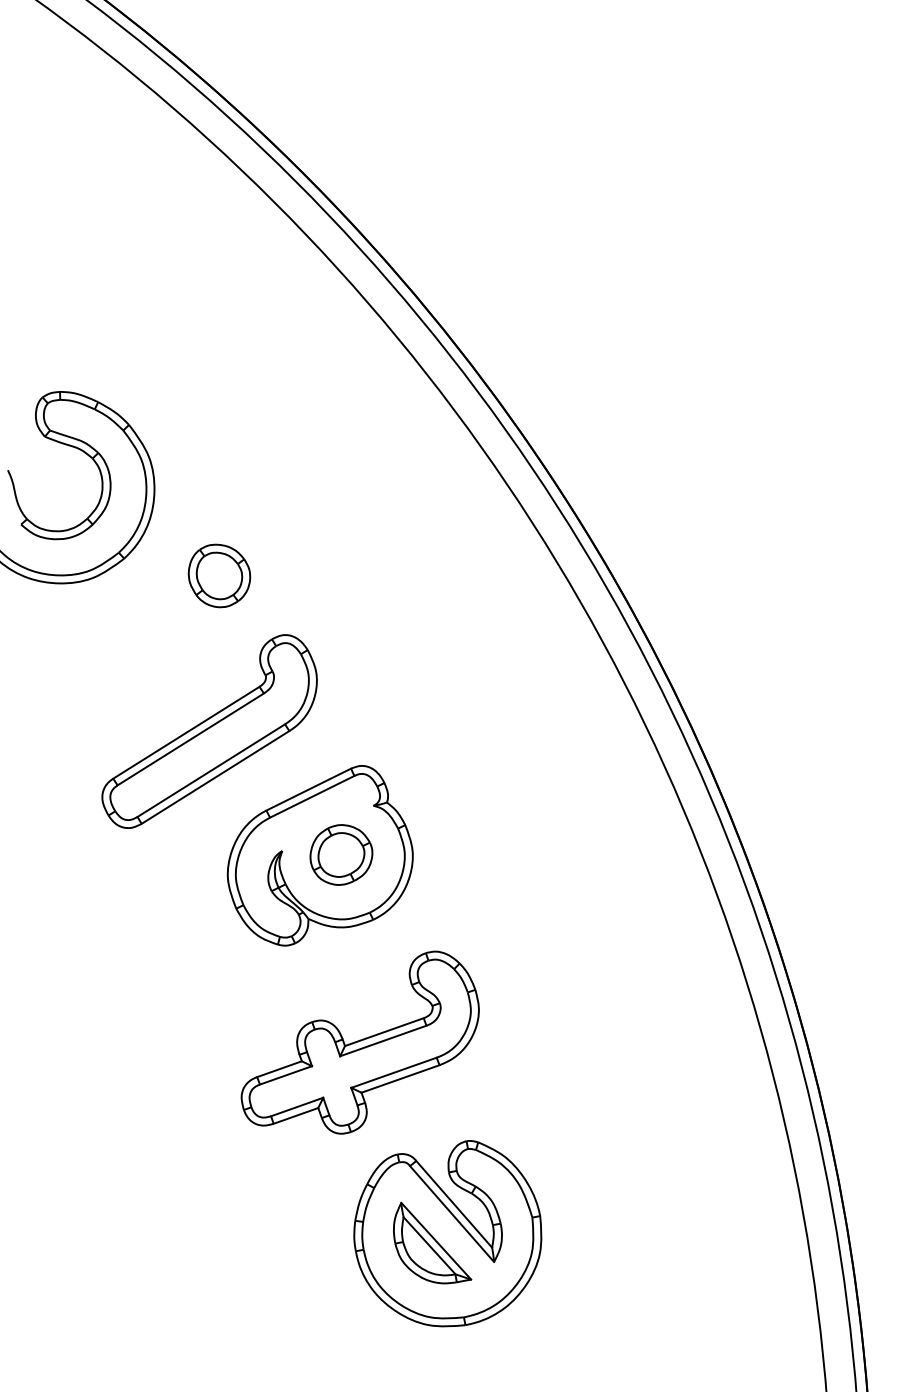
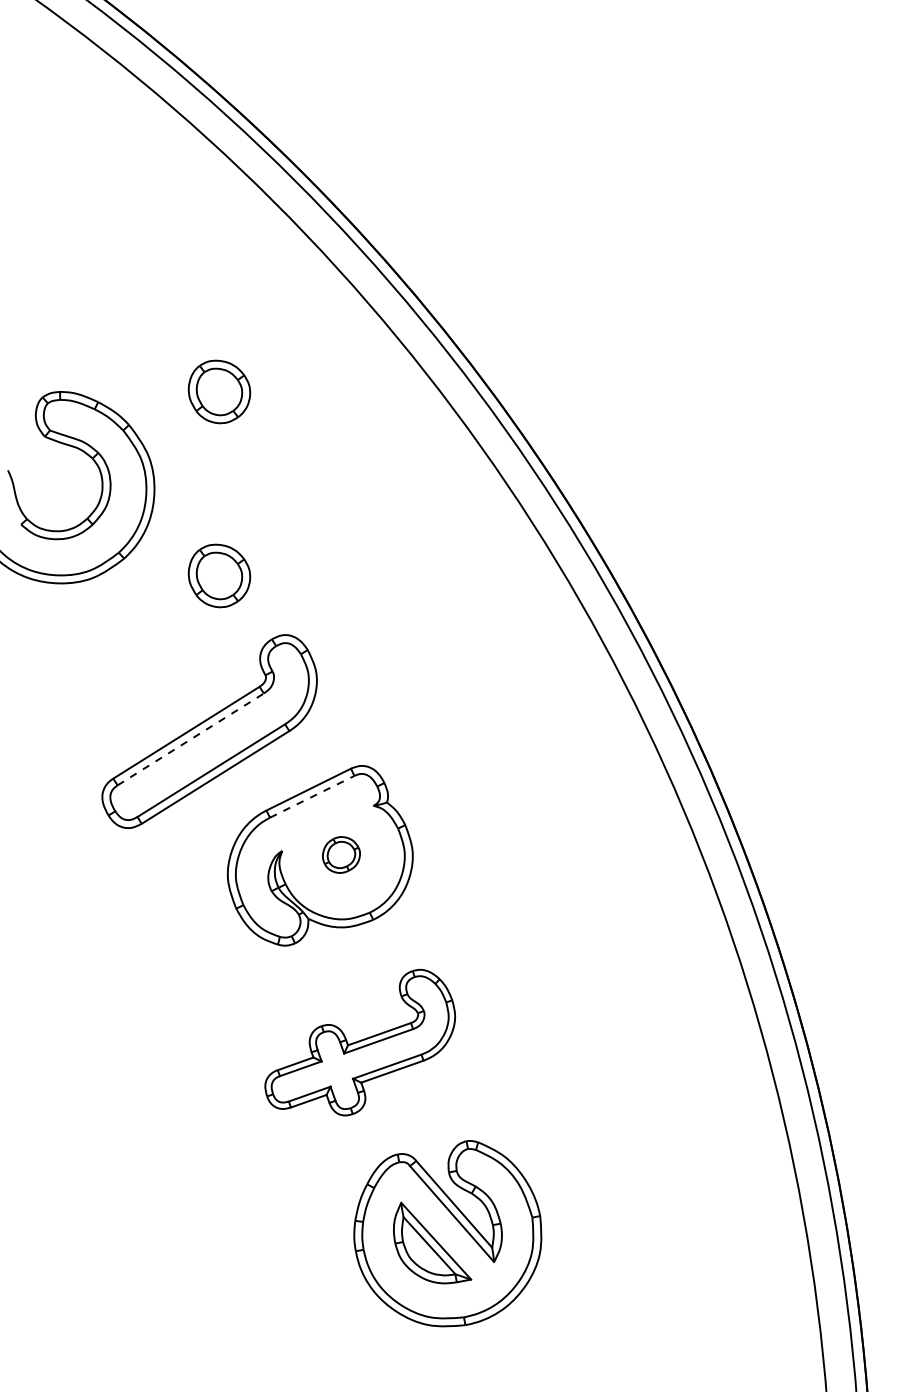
part at (219, 391): none -> present
line at (191, 739): solid -> dashed
line at (312, 796): solid -> dashed
part at (341, 854) size: 65x62 px -> 39x38 px
part at (359, 1042) size: 240x185 px -> 193x149 px
